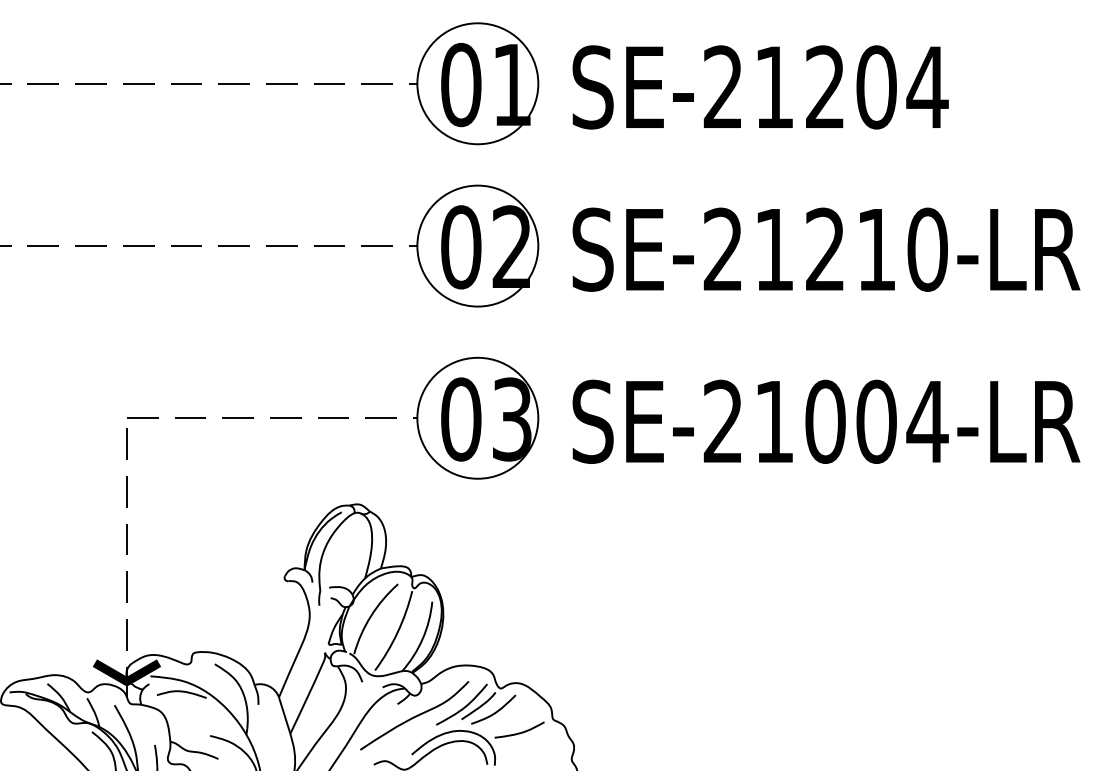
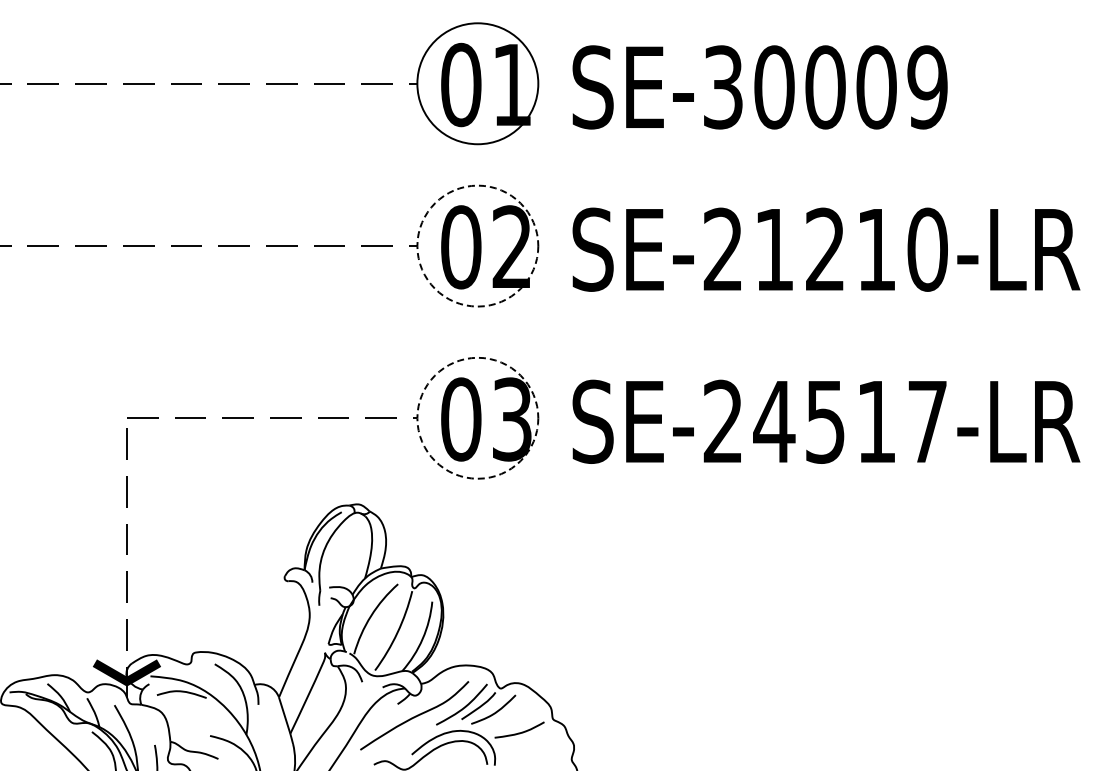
text at (825, 87): SE-21204 -> SE-30009
circle at (477, 245): solid -> dashed
circle at (477, 417): solid -> dashed
text at (850, 421): SE-21004-LR -> SE-24517-LR
